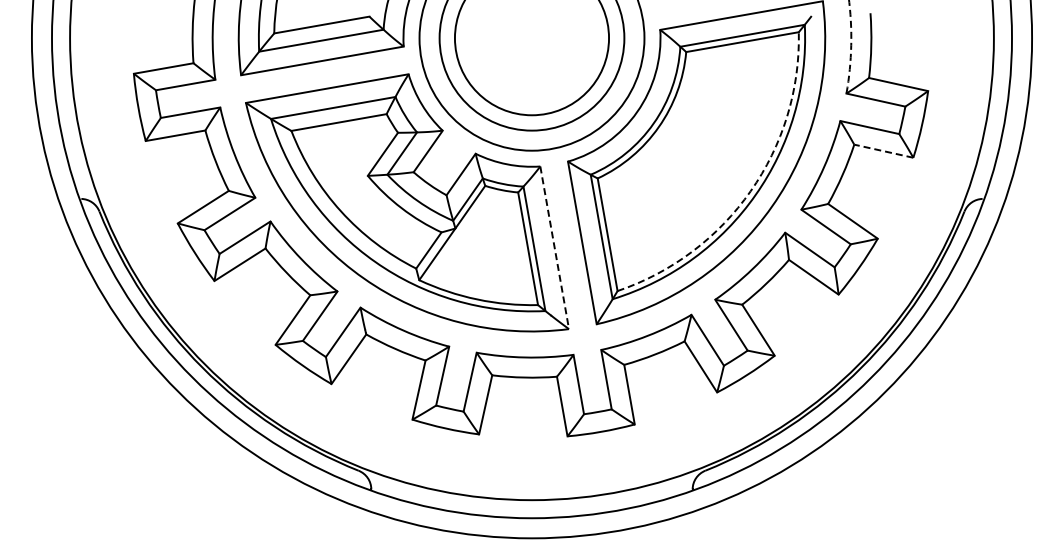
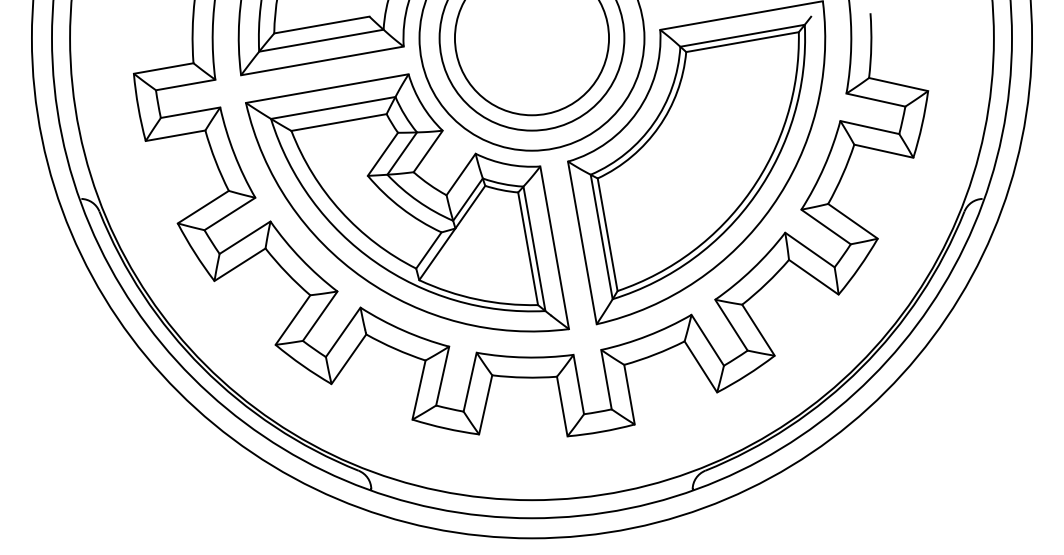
arc at (851, 46): dashed -> solid
line at (883, 151): dashed -> solid
arc at (750, 191): dashed -> solid
line at (554, 247): dashed -> solid
